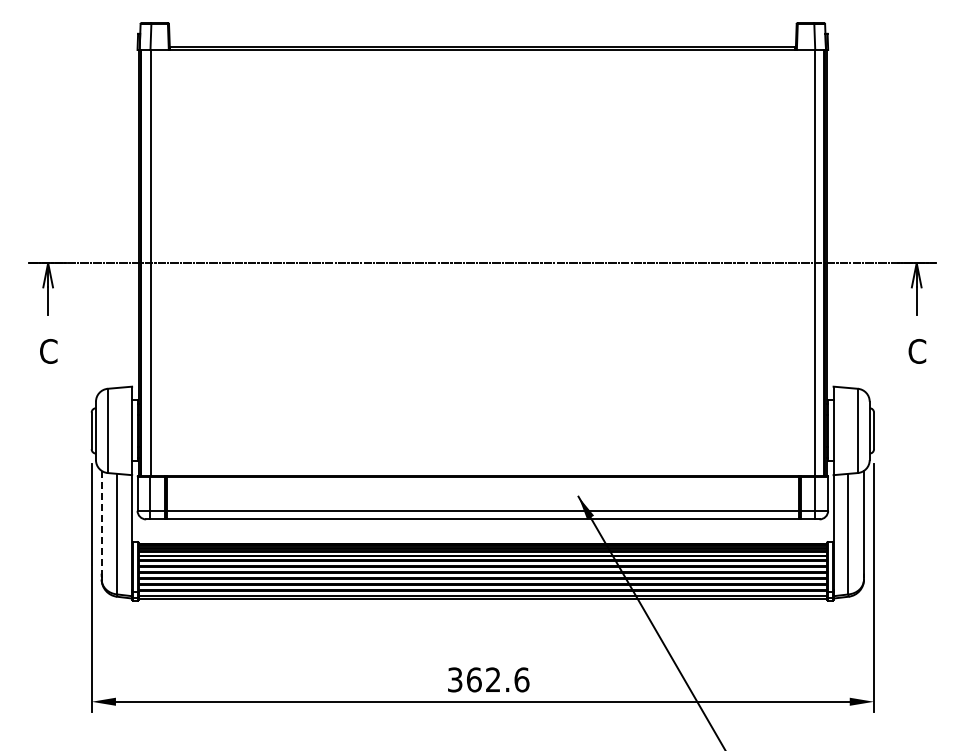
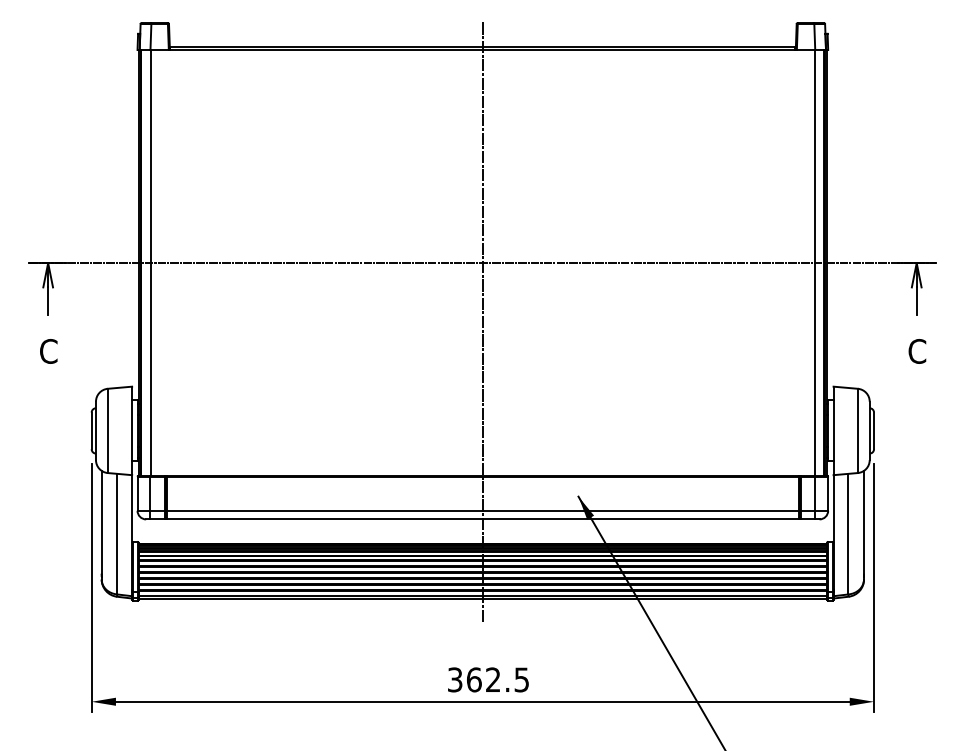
line at (482, 322): none -> present
line at (101, 522): dashed -> solid
text at (521, 679): 362.6 -> 362.5
